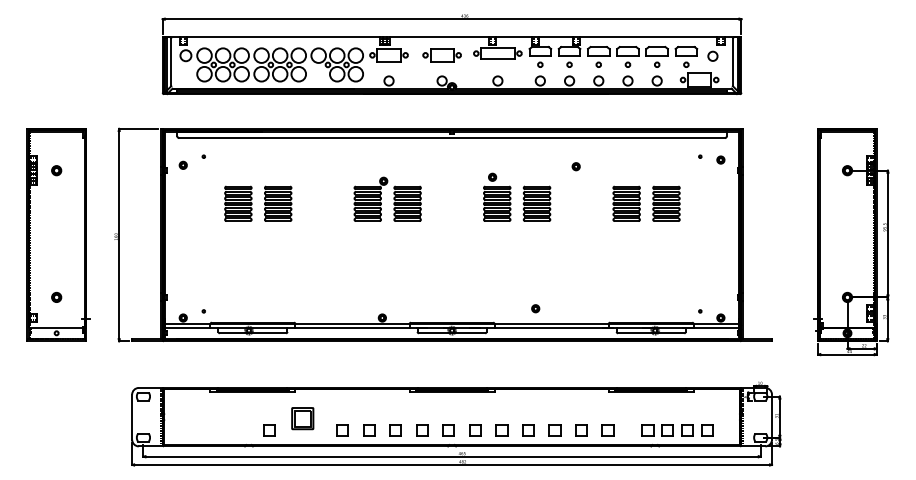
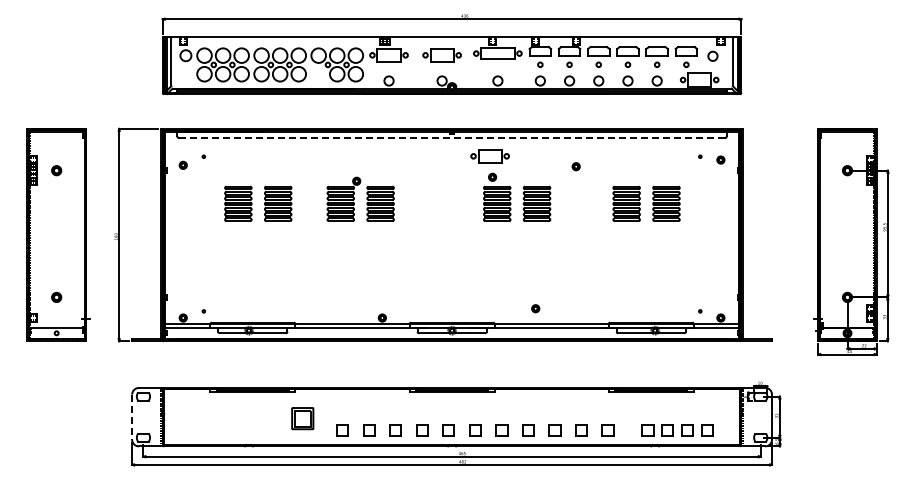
line at (452, 138): solid -> dashed
part at (489, 156): none -> present
part at (387, 198) position: (387, 198) -> (360, 198)
line at (132, 417): solid -> dashed
part at (269, 430): present -> none
